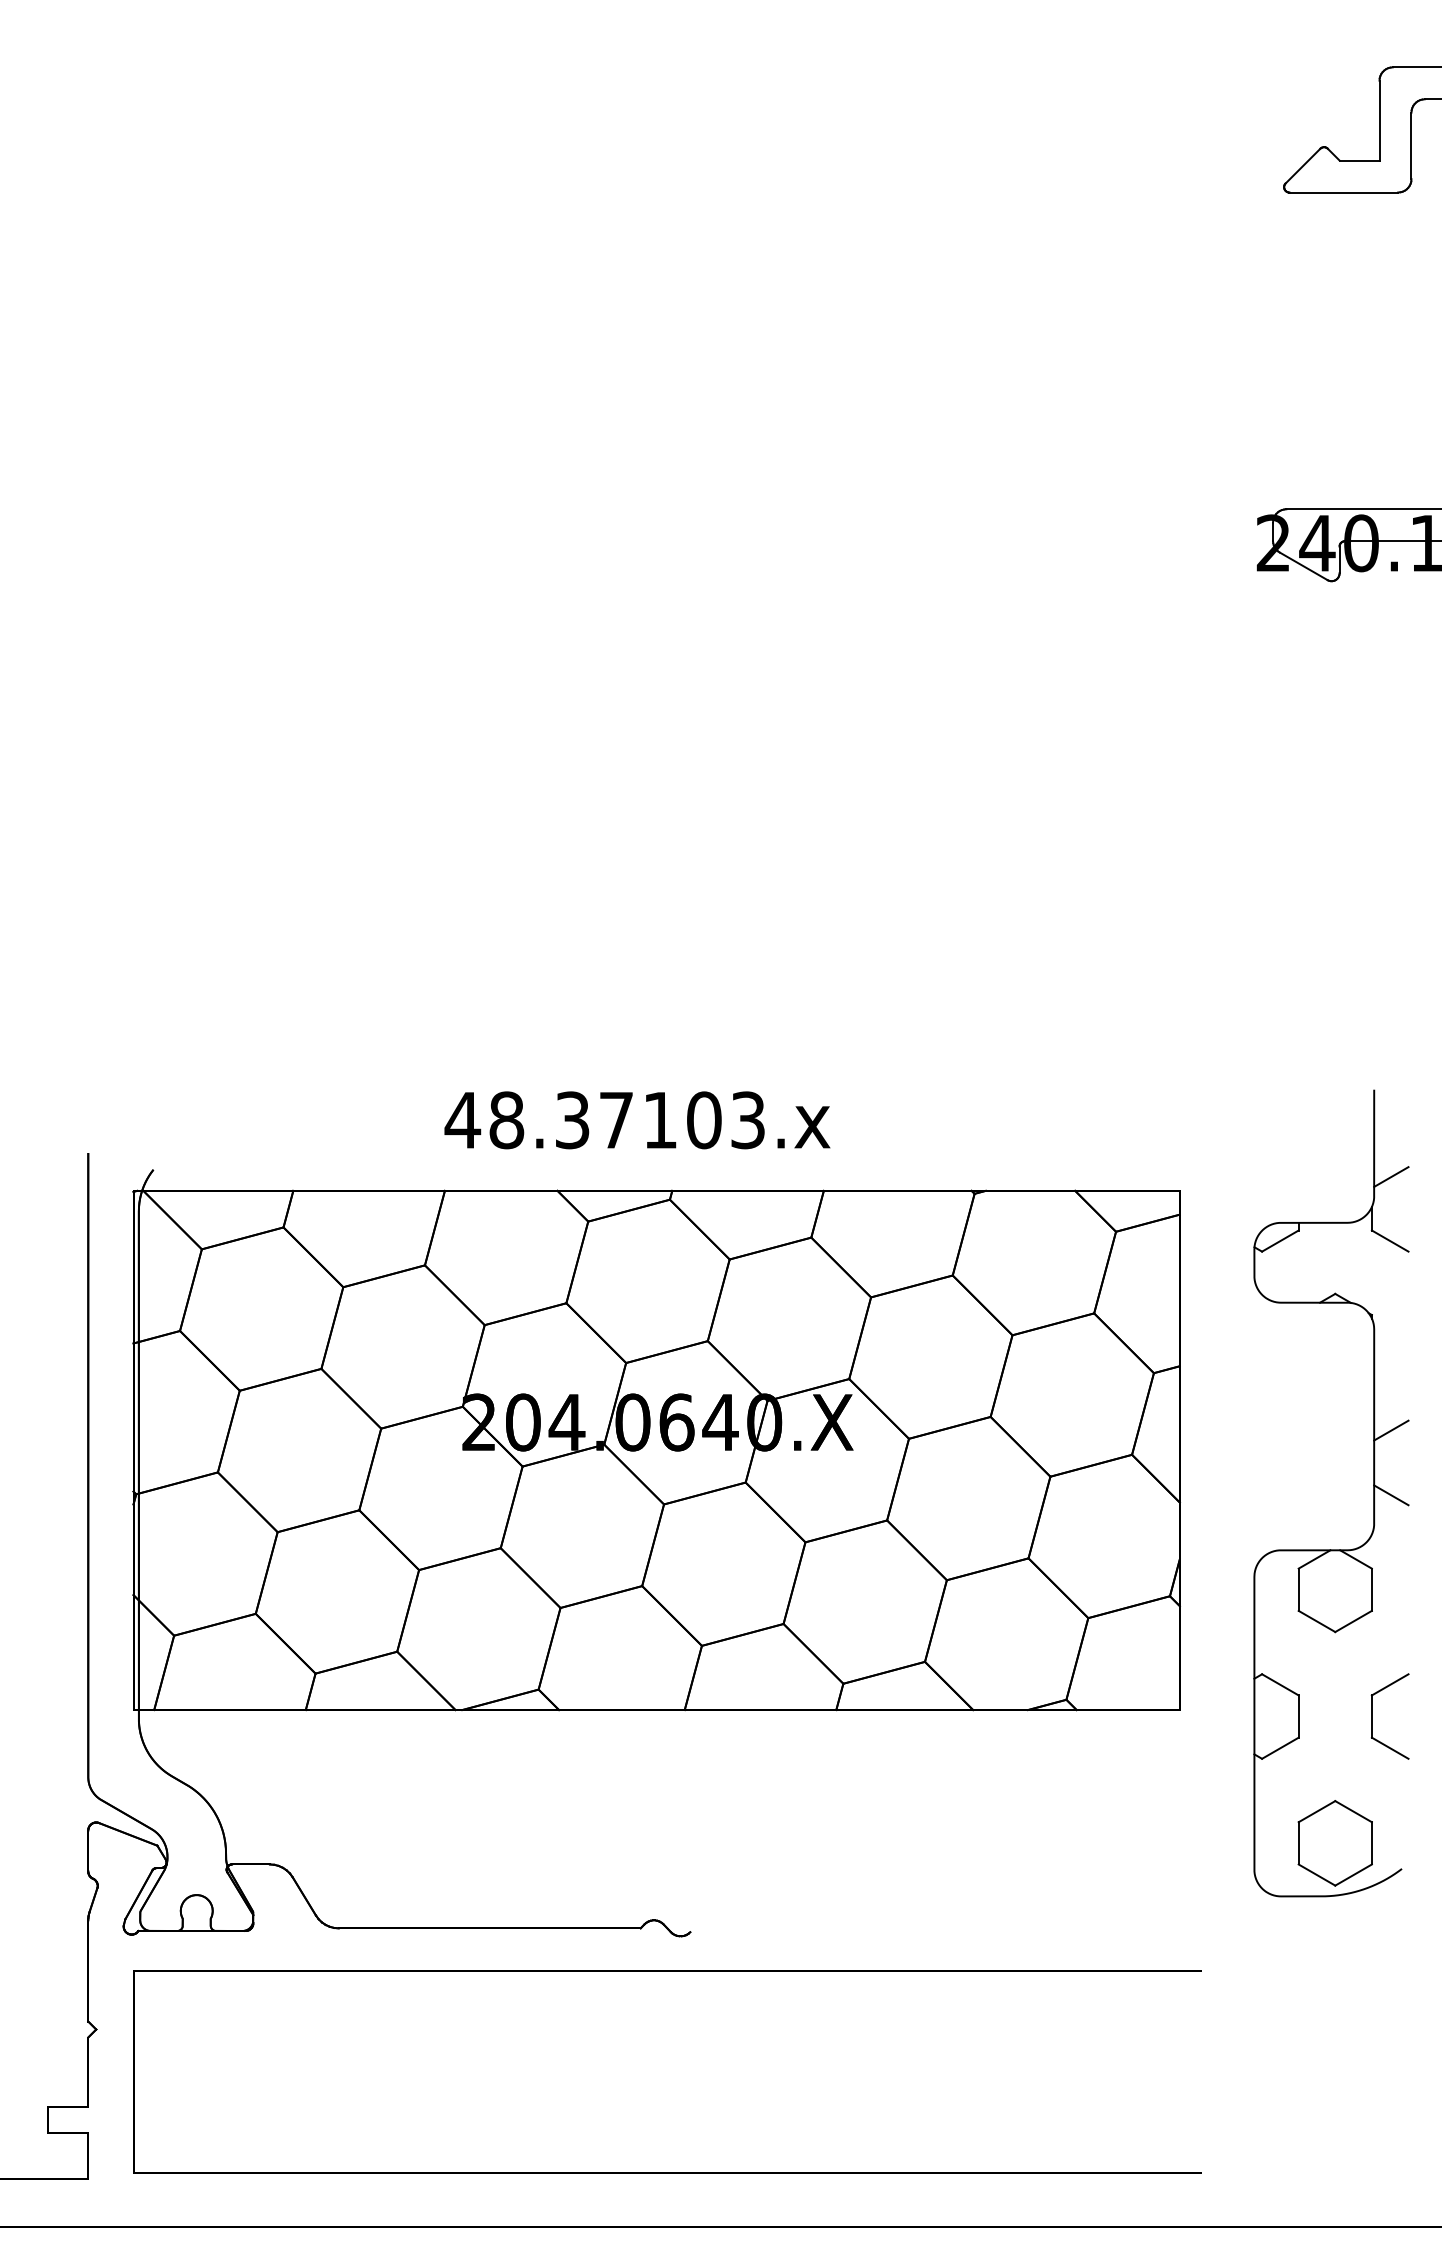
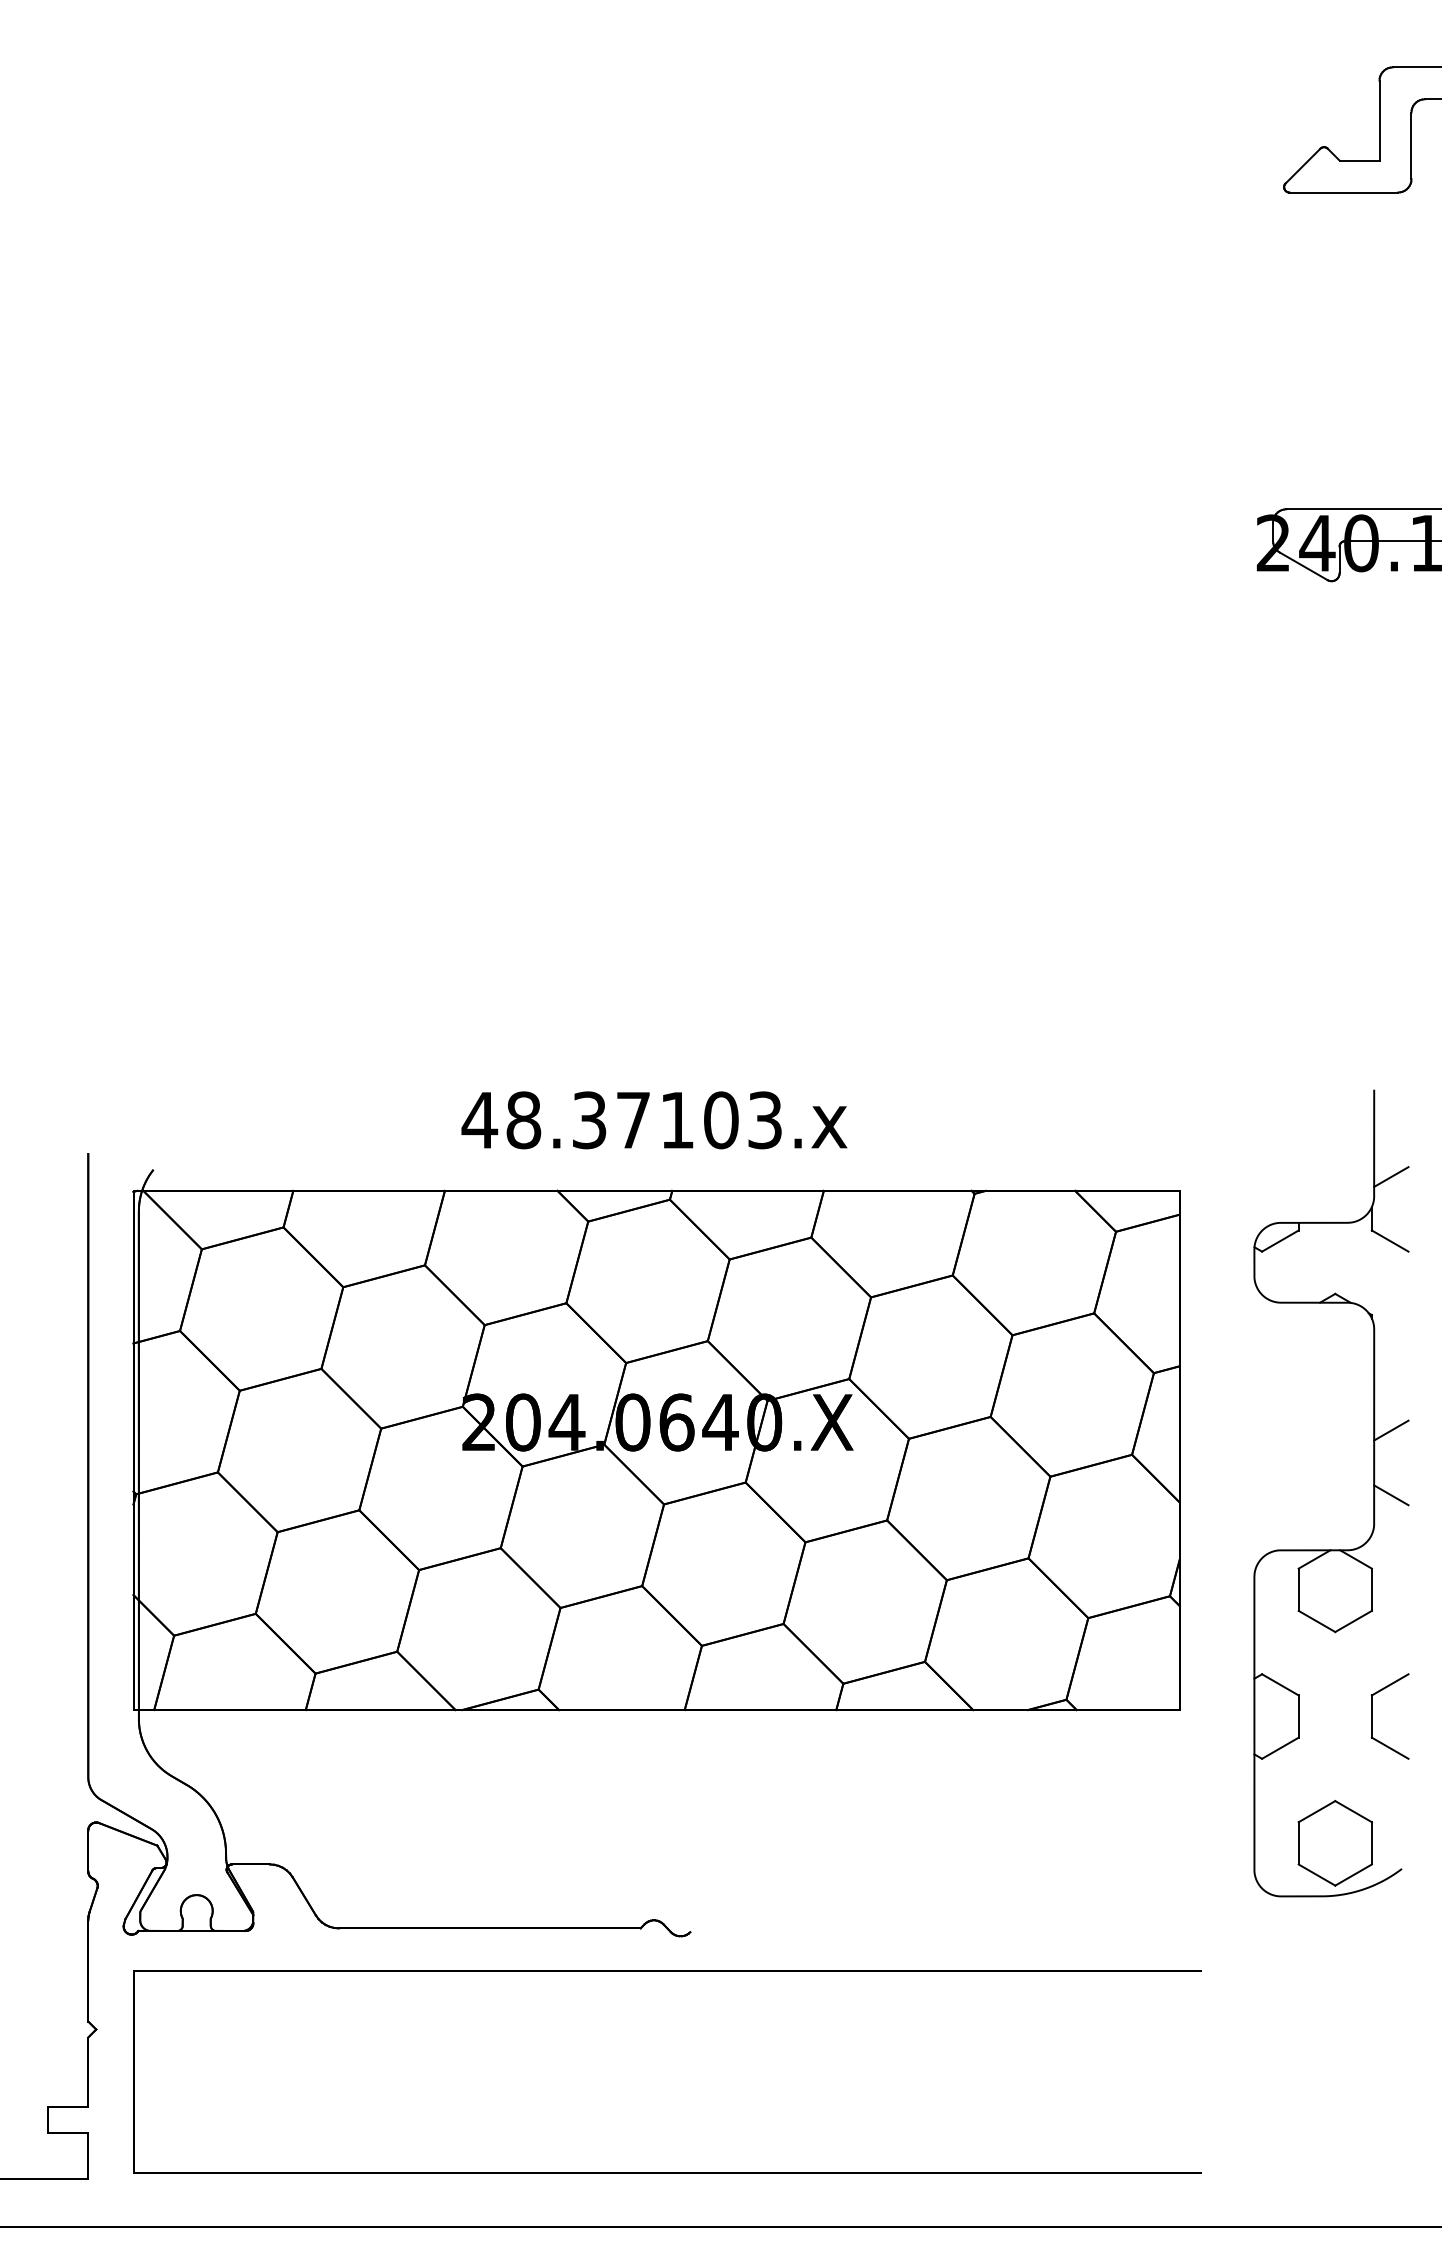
text at (637, 1120) position: (637, 1120) -> (654, 1120)
